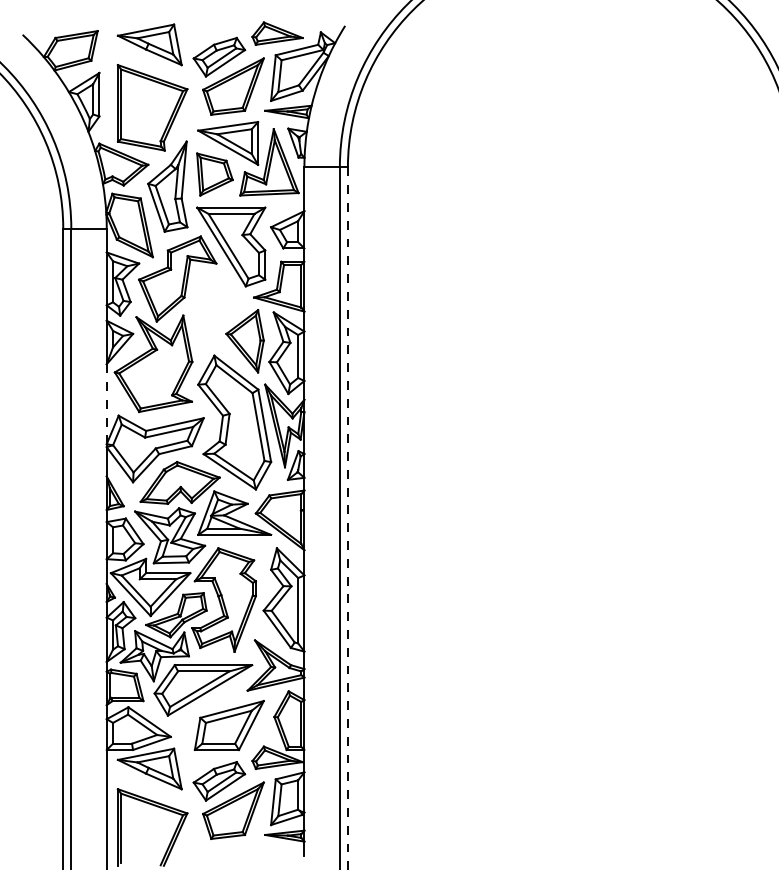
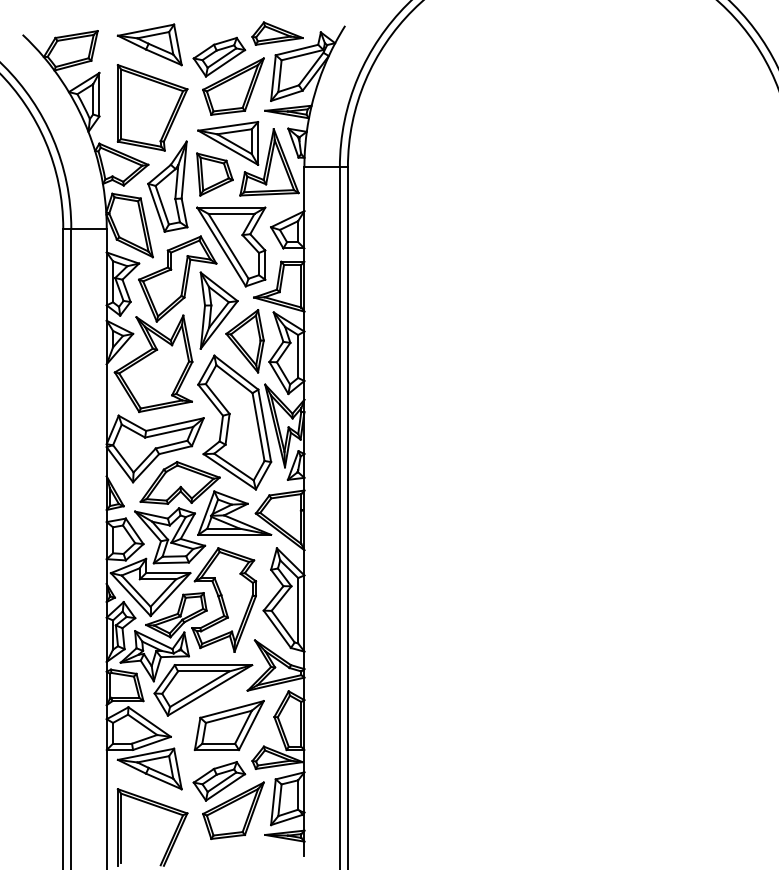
part at (218, 310): none -> present
line at (106, 404): dashed -> solid
line at (347, 518): dashed -> solid
